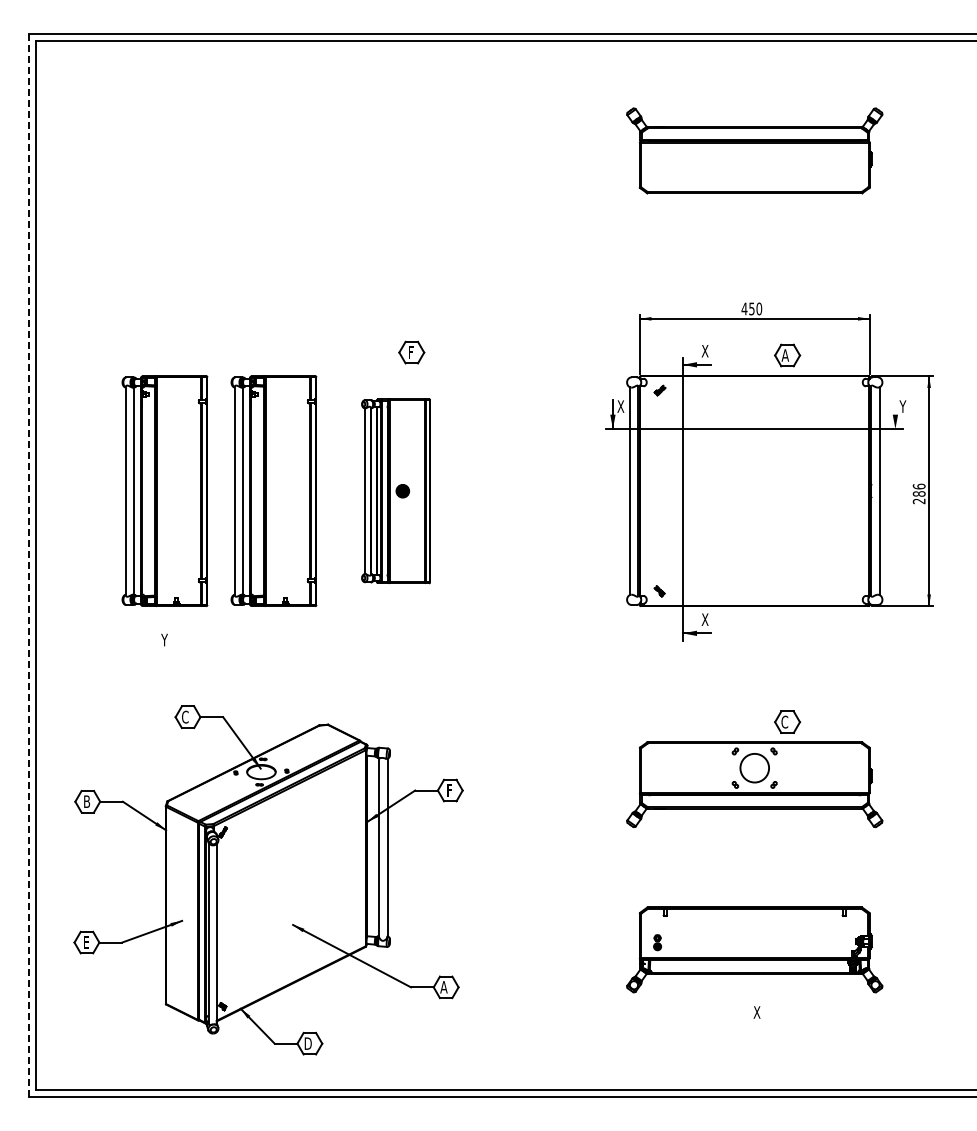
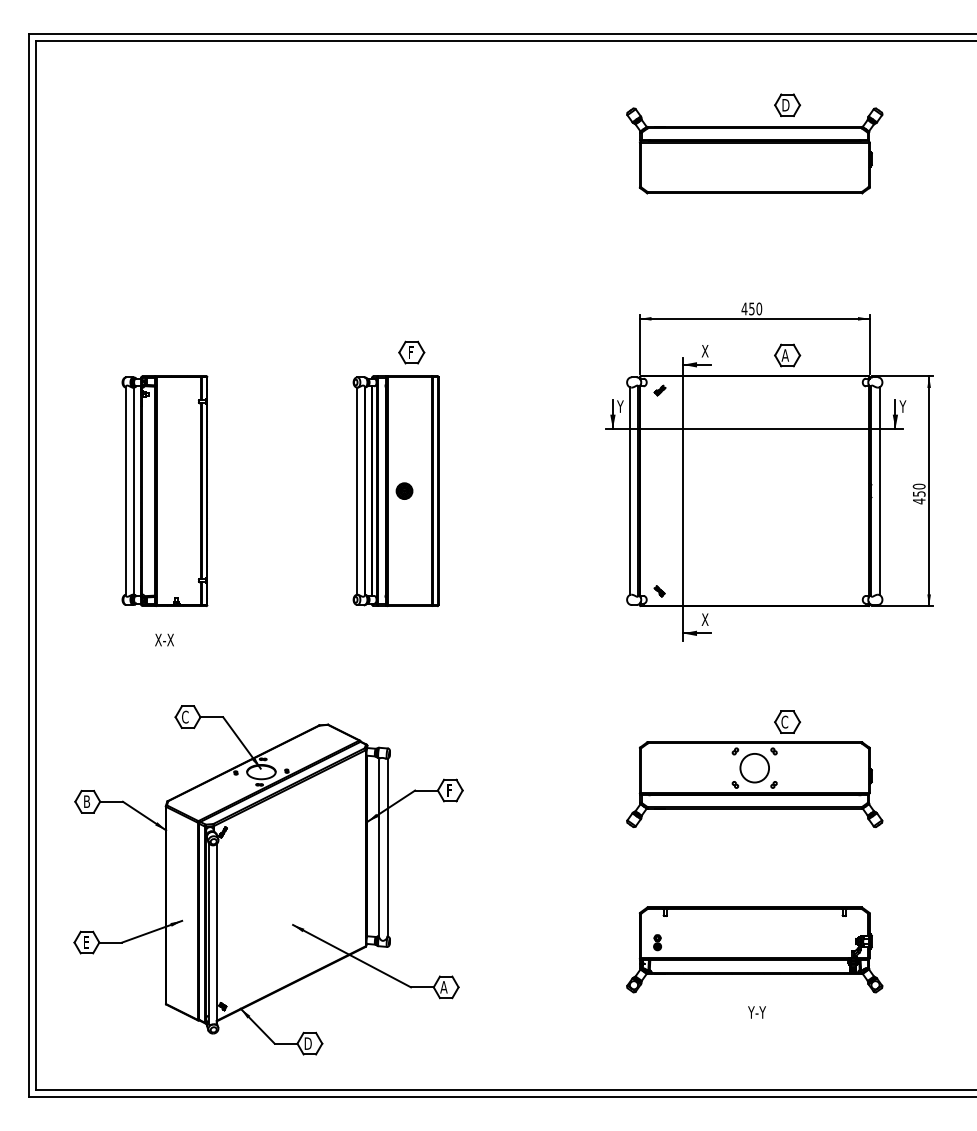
part at (787, 104): none -> present
text at (620, 406): X -> Y
line at (895, 414): none -> present
part at (273, 490): present -> none
part at (395, 491) size: 70x187 px -> 88x233 px
text at (918, 493): 286 -> 450
line at (29, 565): dashed -> solid
text at (164, 639): Y -> X-X
text at (756, 1012): X -> Y-Y
